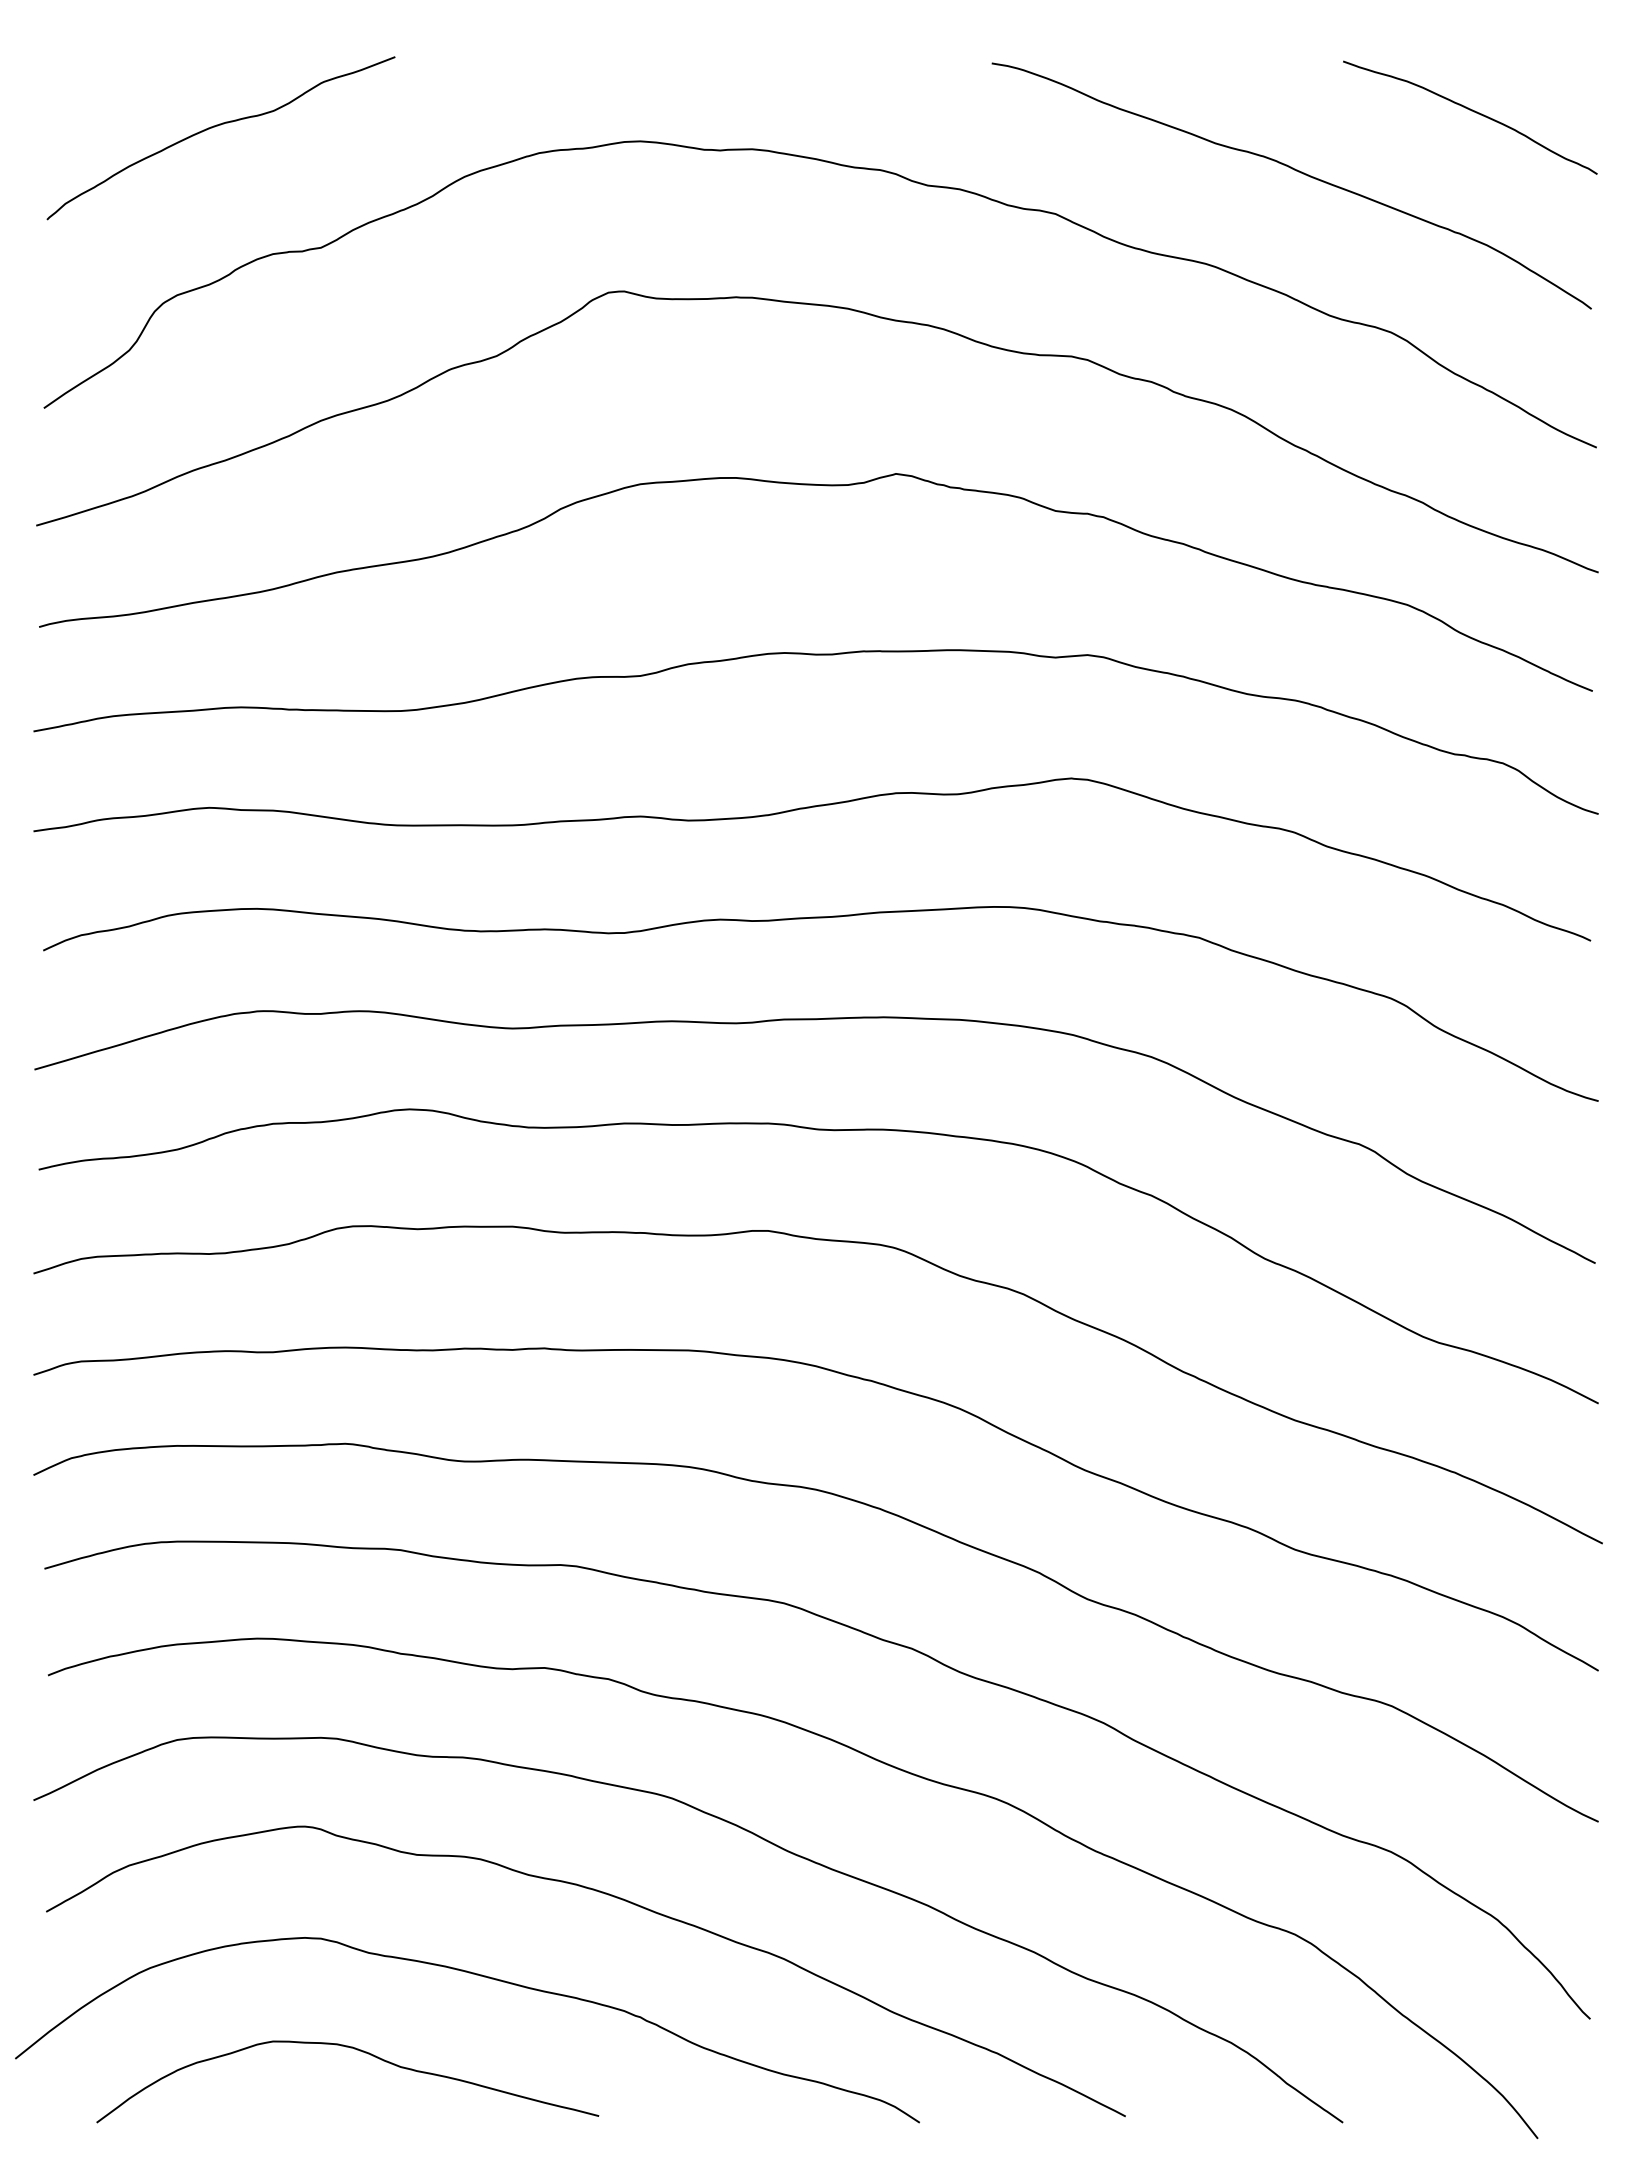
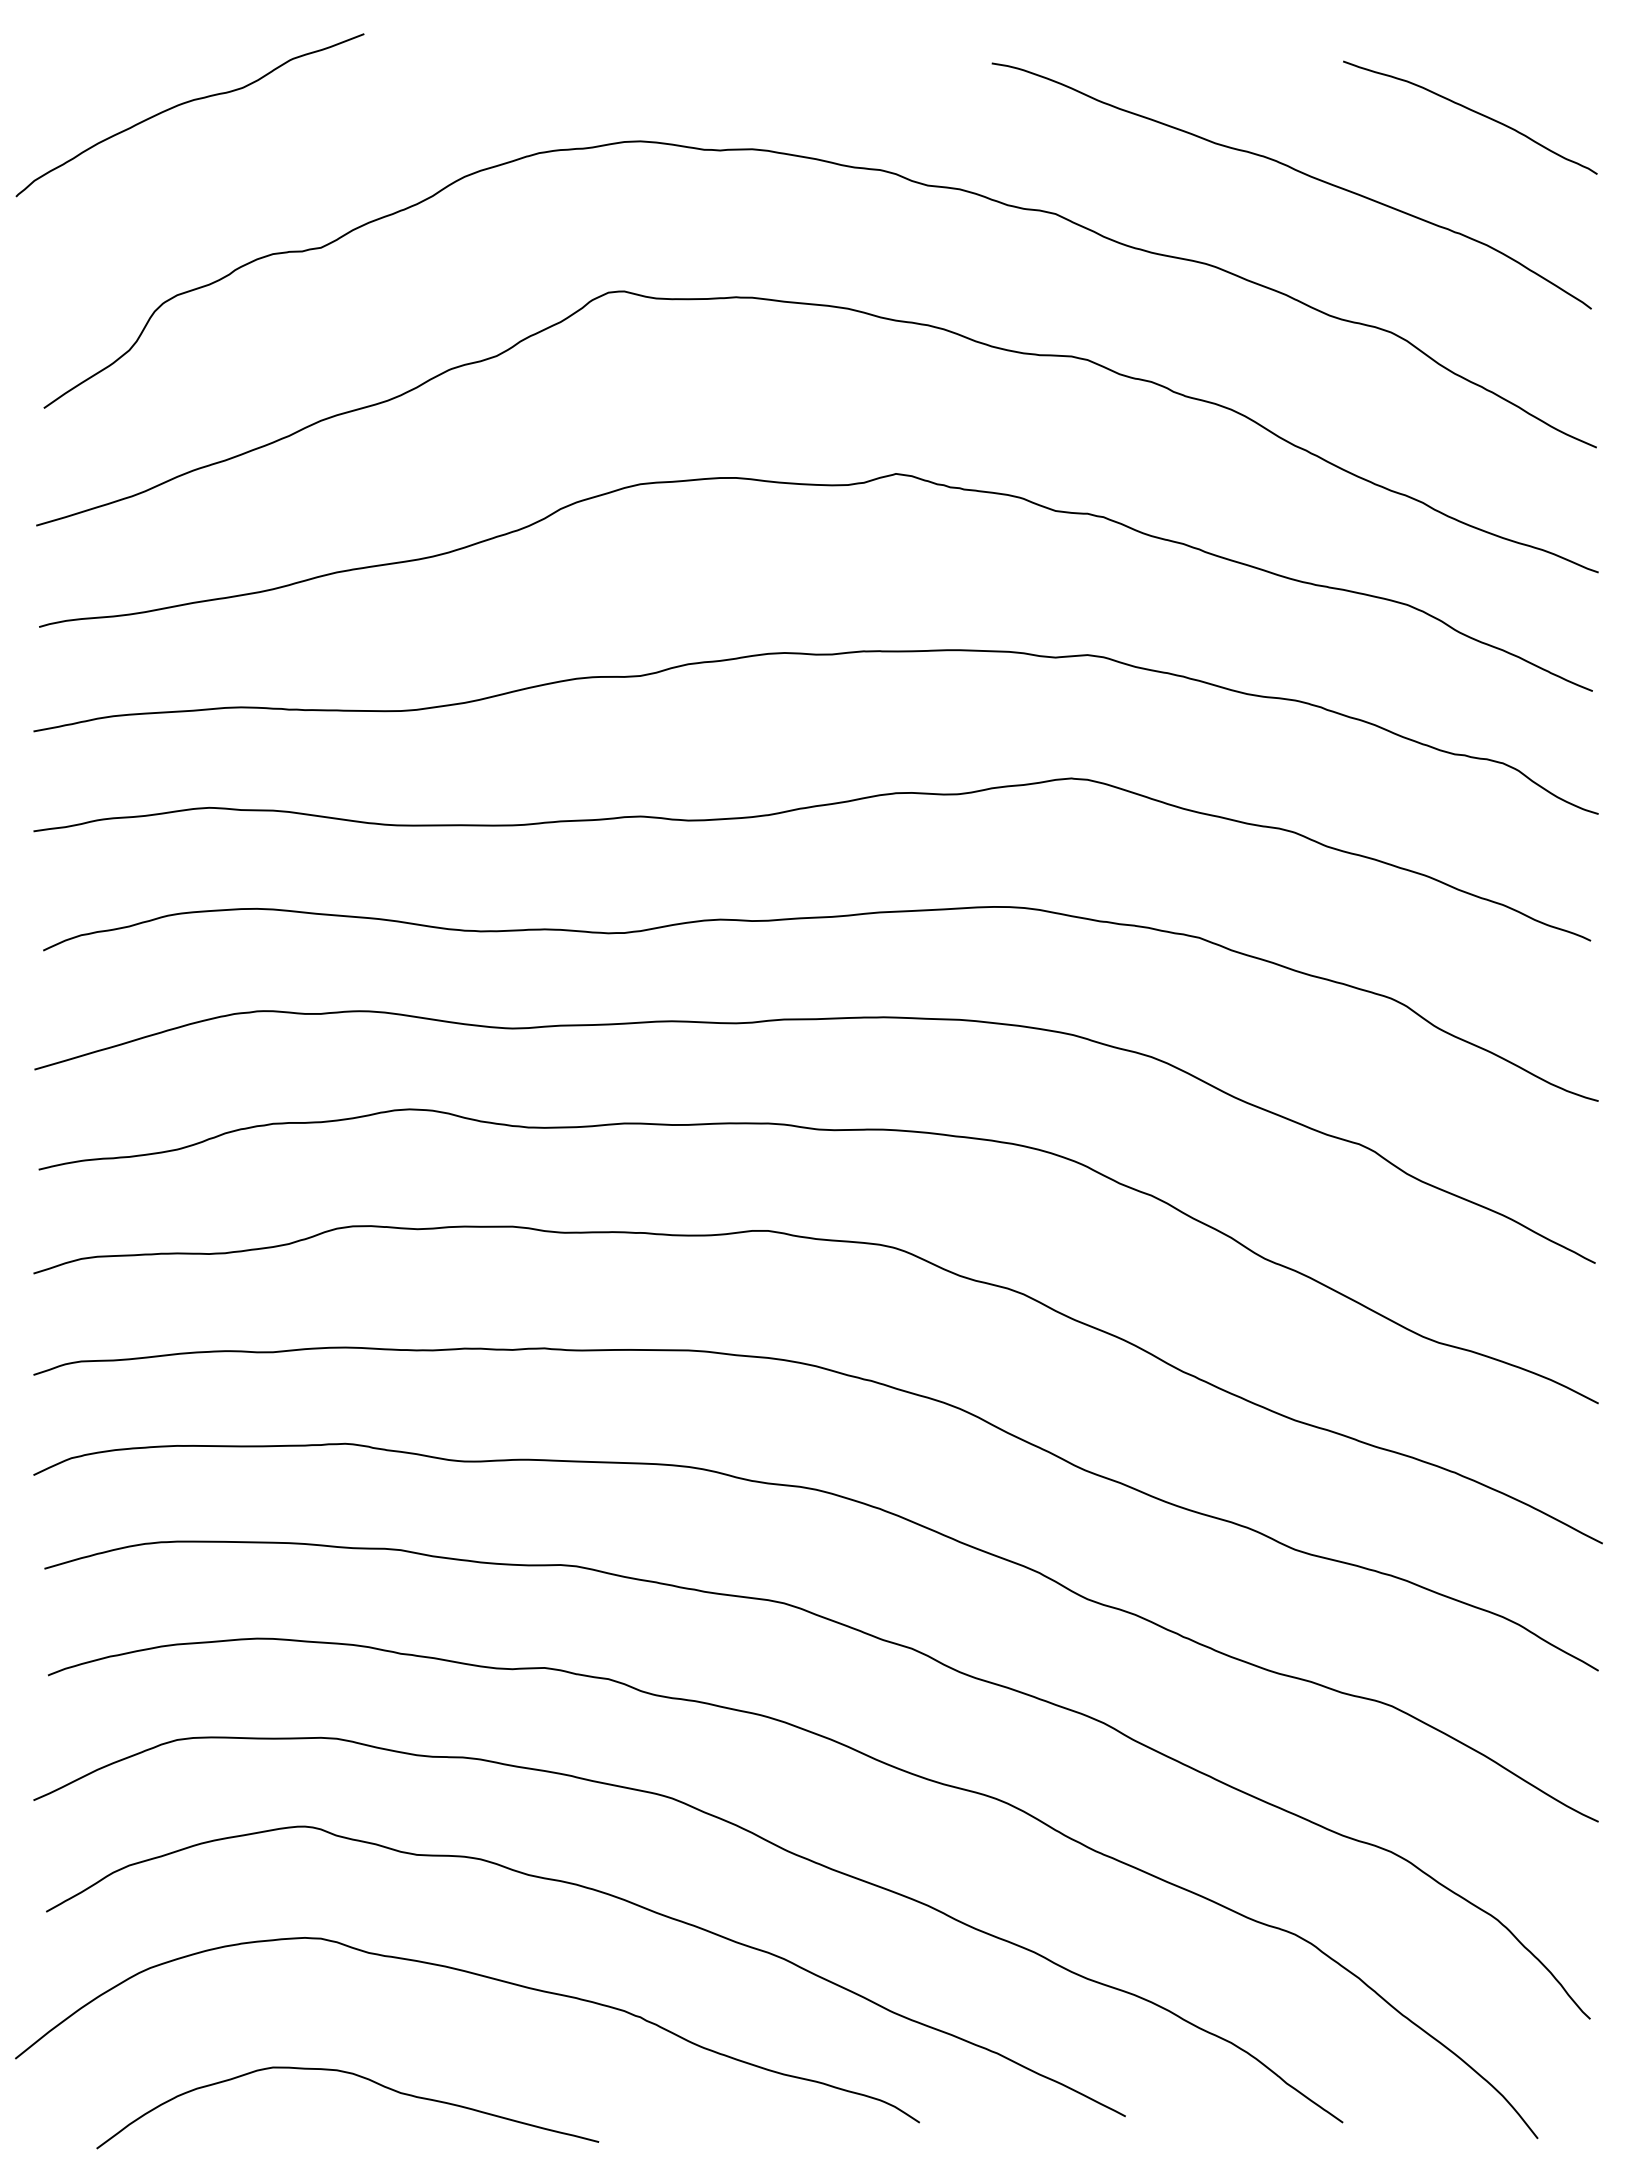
curve at (217, 126) position: (217, 126) -> (186, 103)
curve at (359, 2051) position: (359, 2051) -> (359, 2077)
